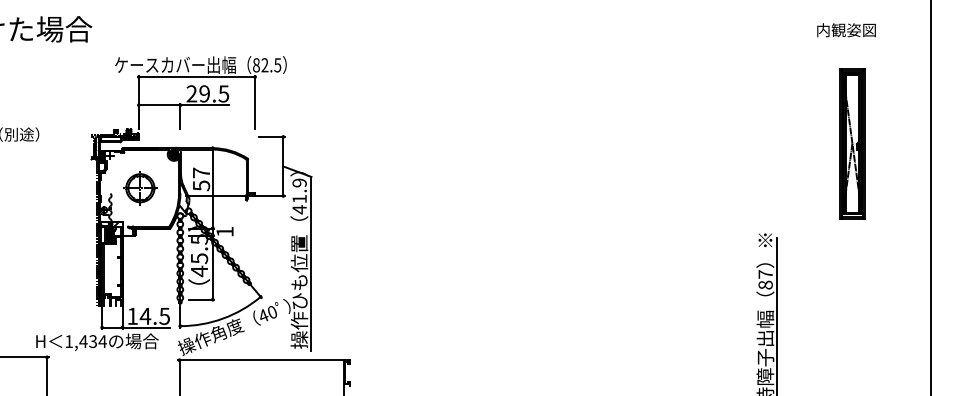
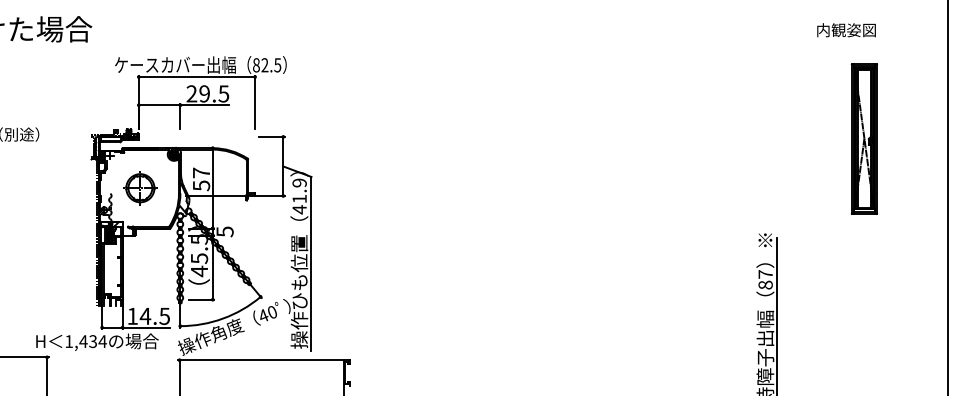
part at (851, 143) position: (851, 143) -> (863, 138)
line at (930, 197) position: (930, 197) -> (947, 197)
text at (224, 231): 1 -> 5
